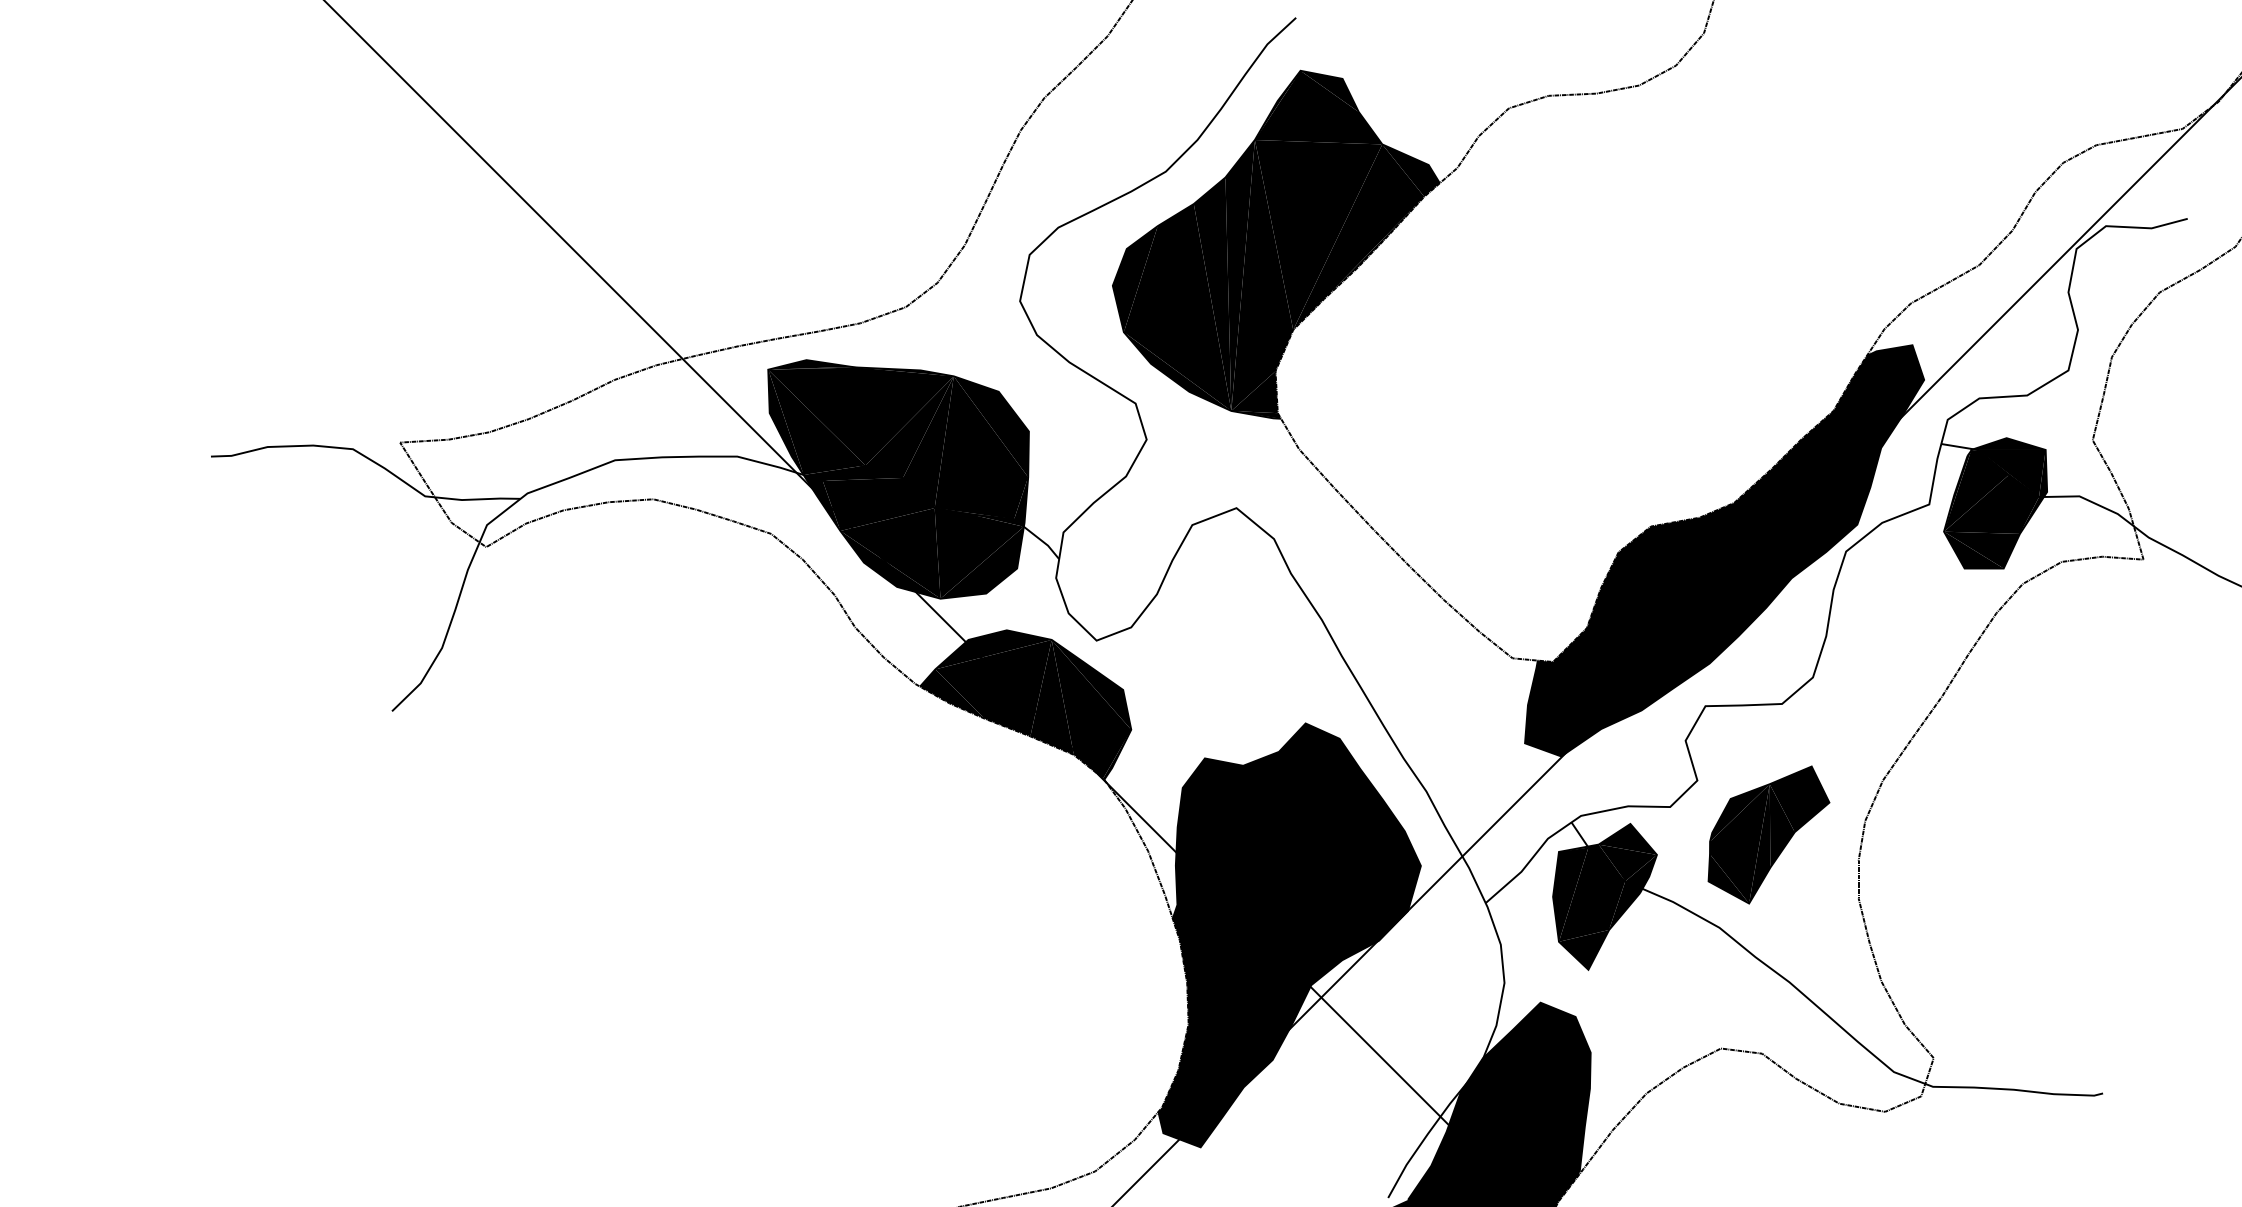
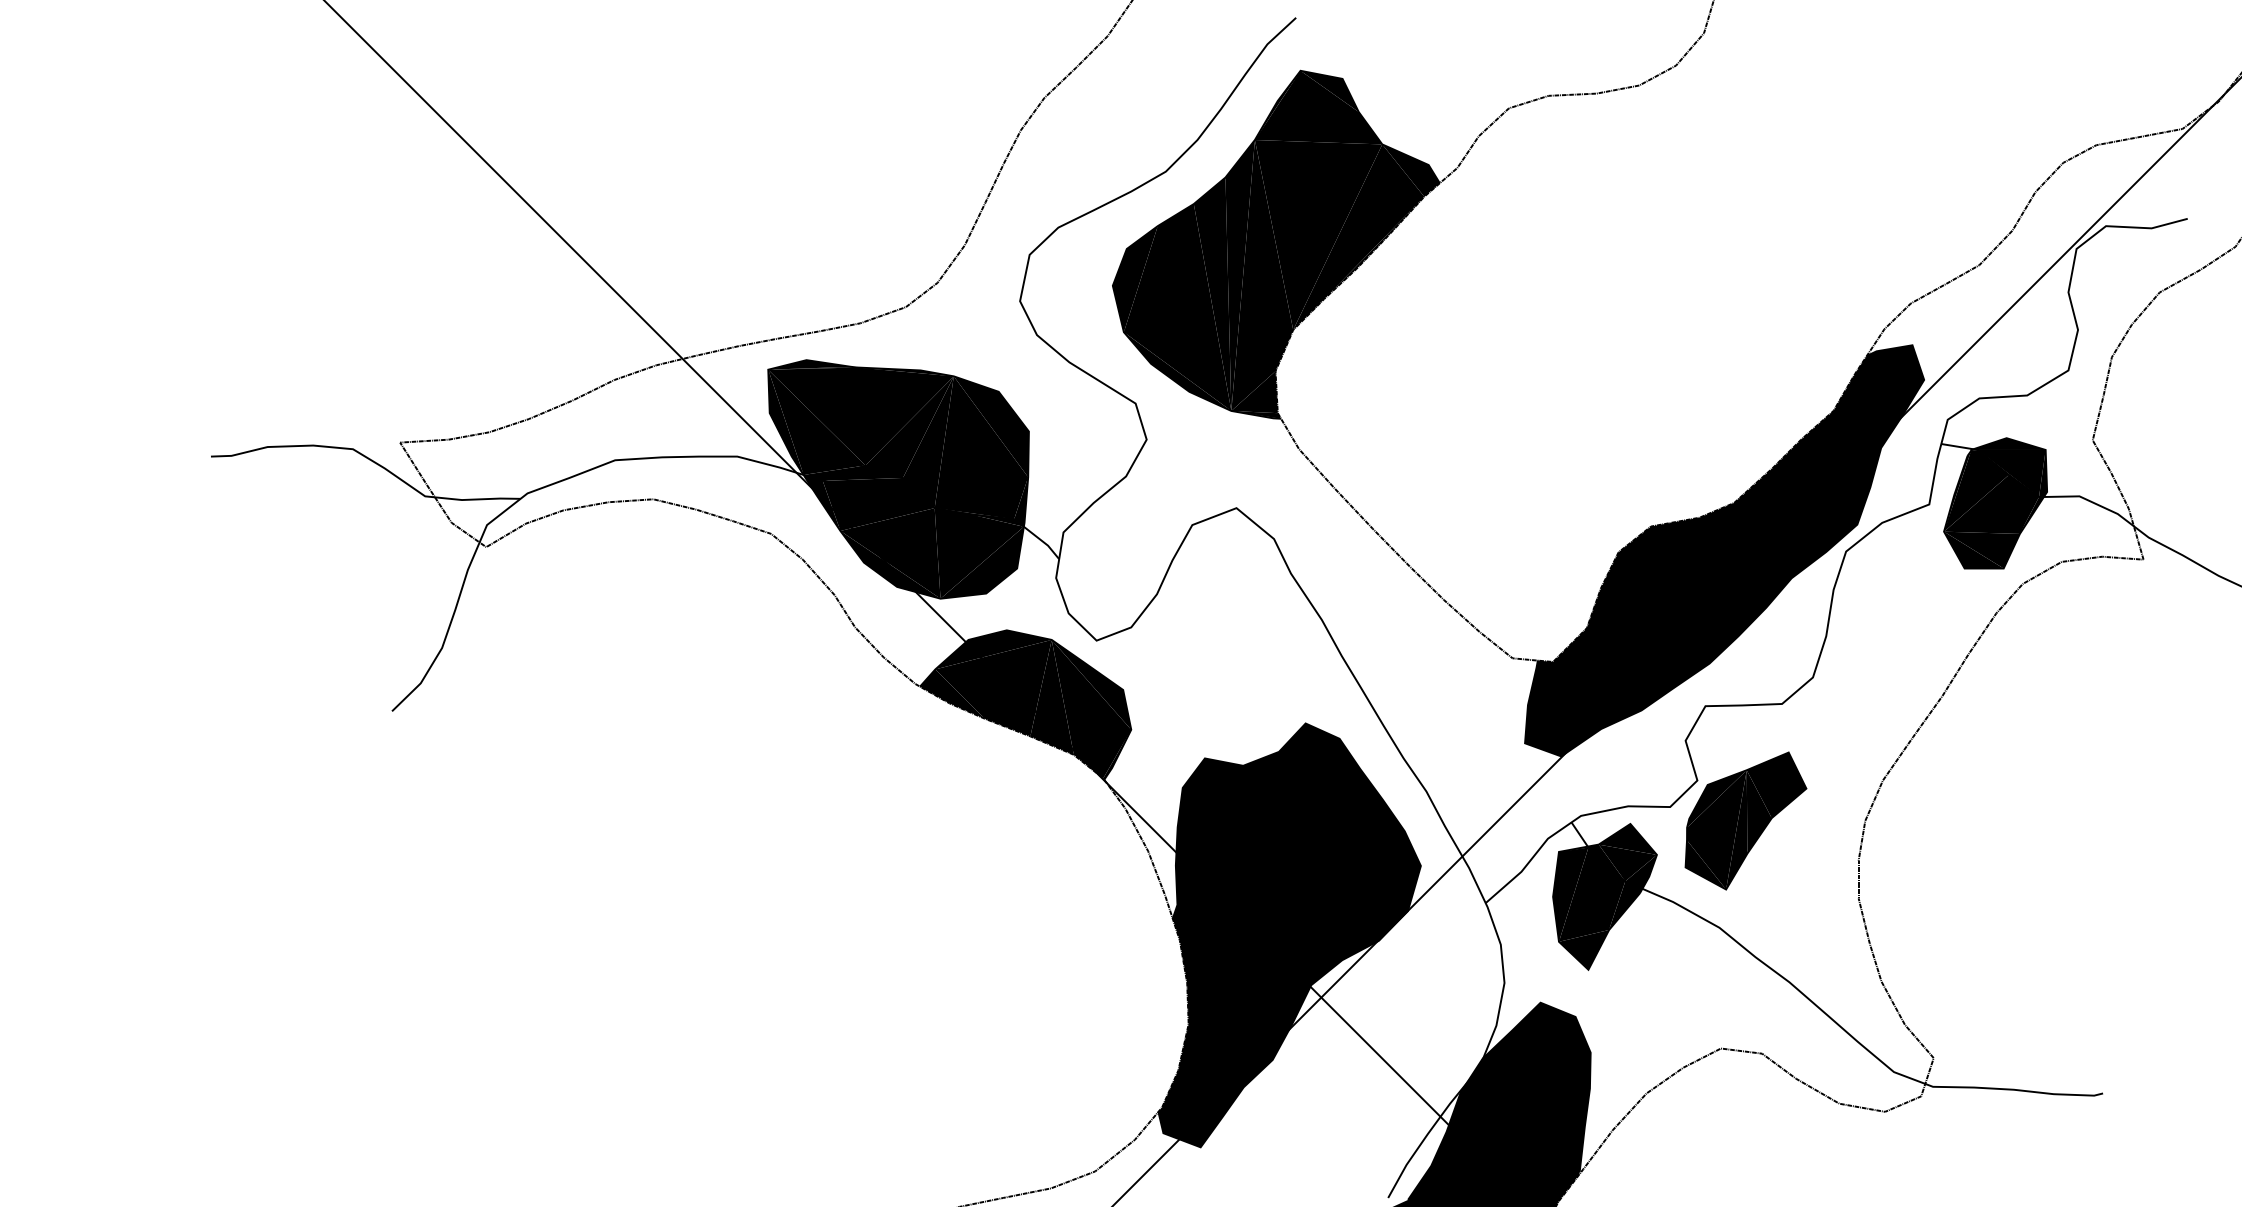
part at (1768, 834) position: (1768, 834) -> (1745, 820)
